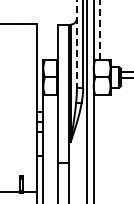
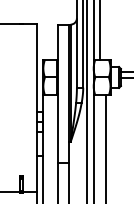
line at (100, 29): dashed -> solid
line at (76, 44): dashed -> solid
line at (106, 147): none -> present
